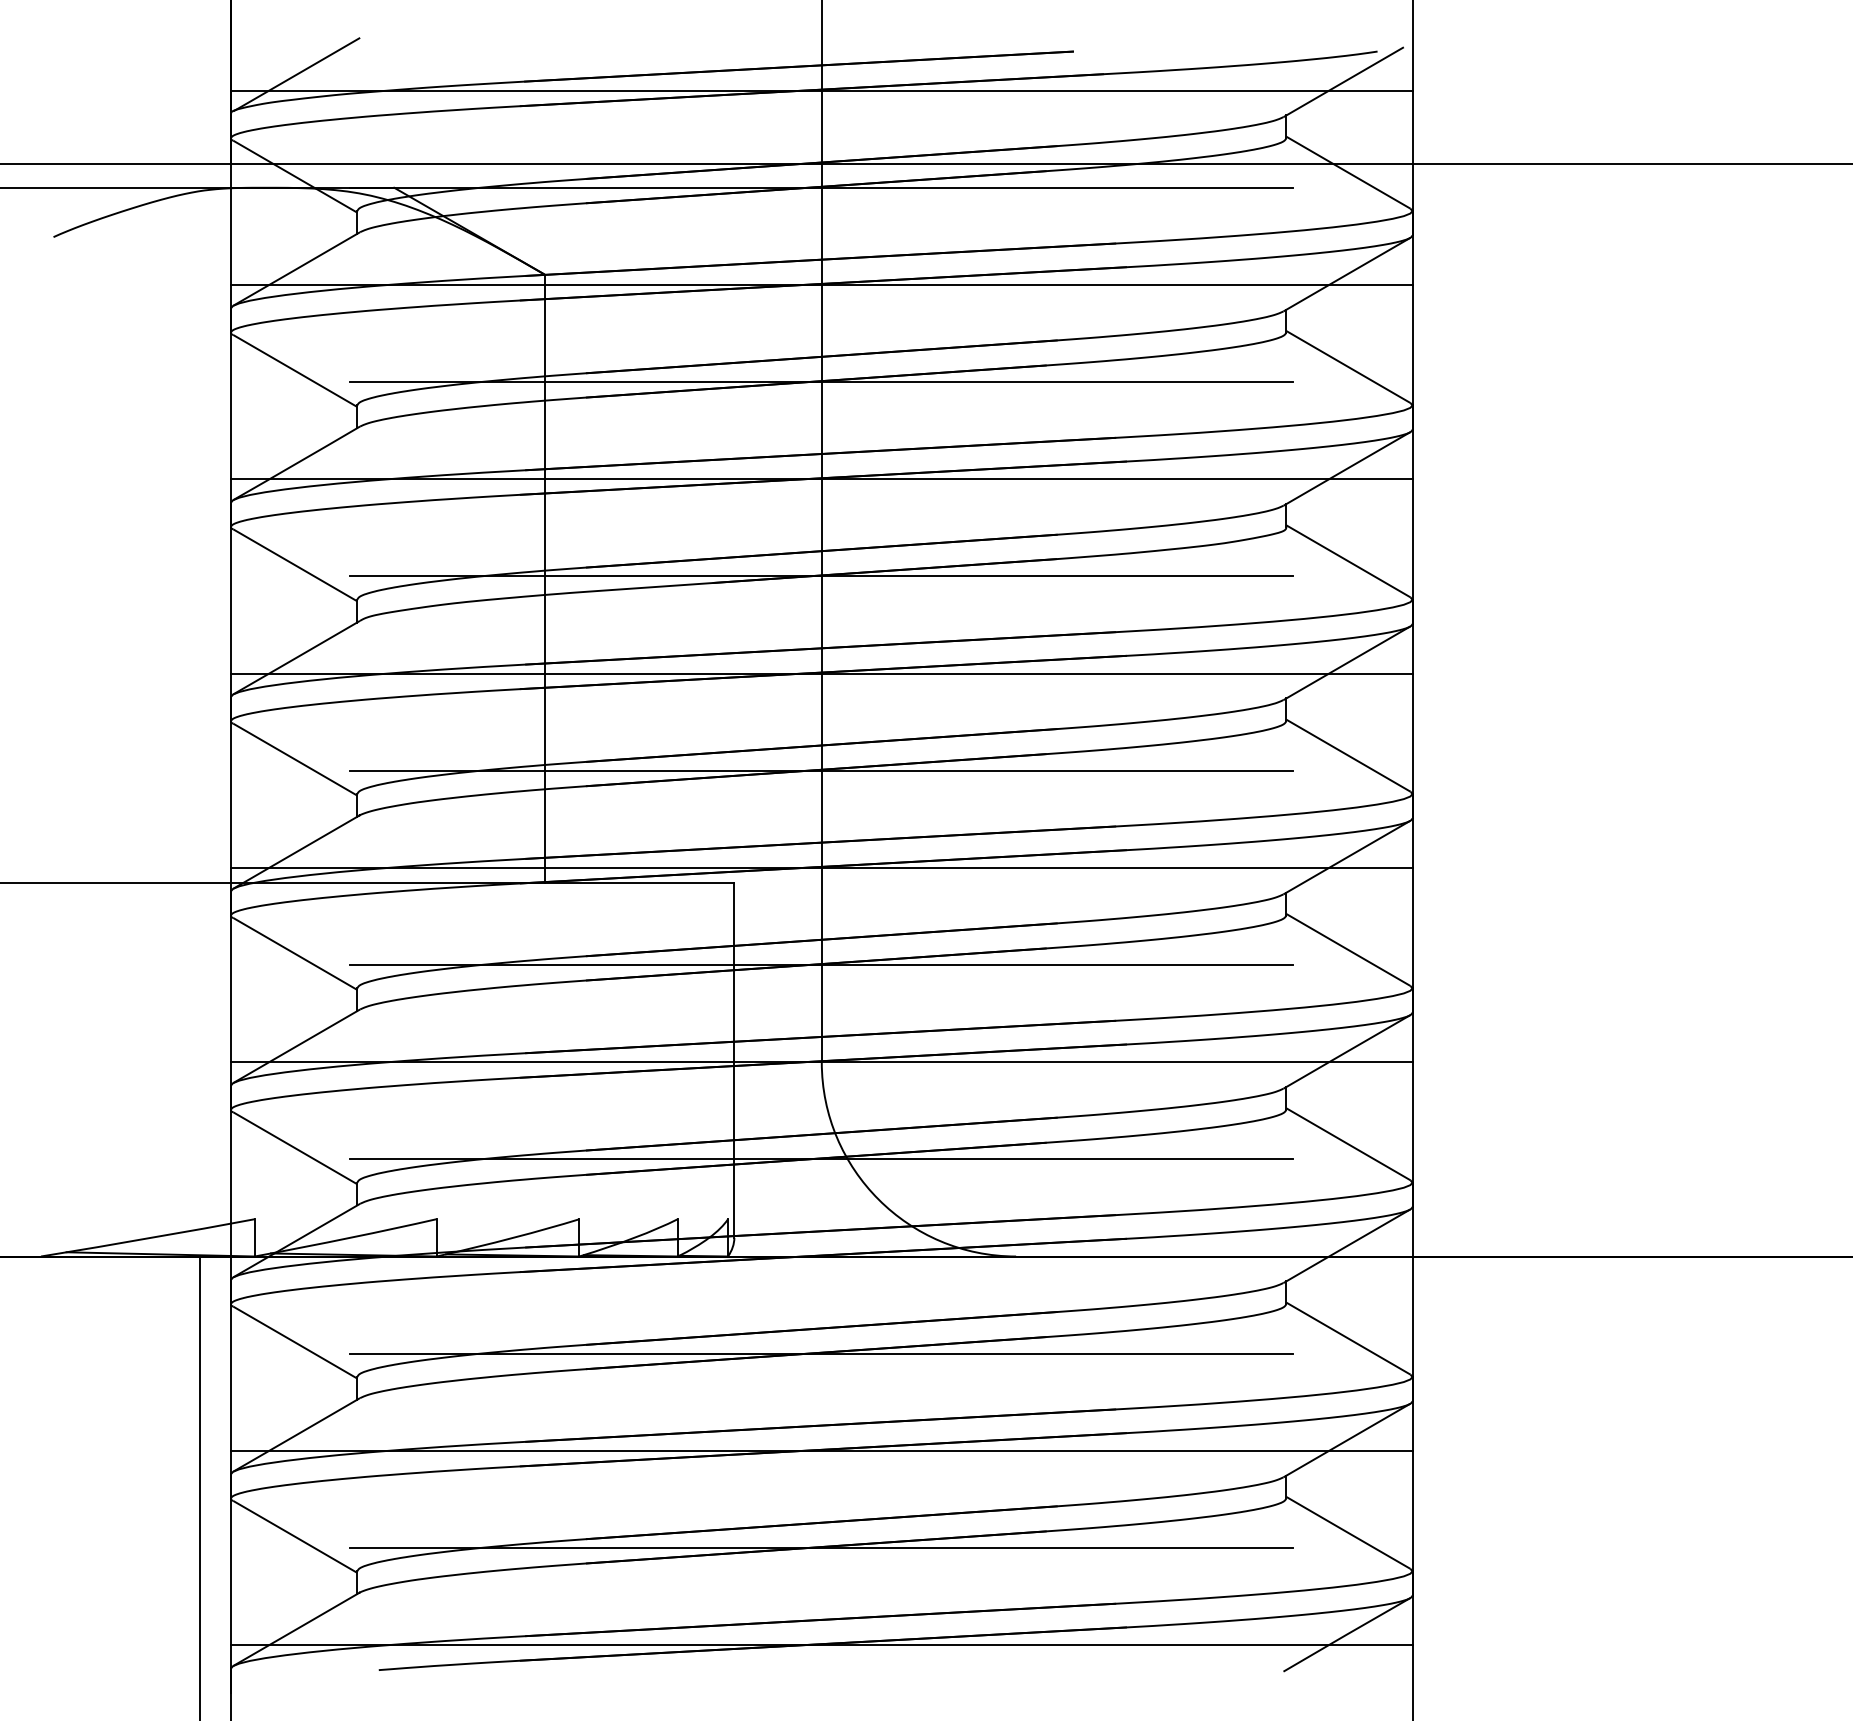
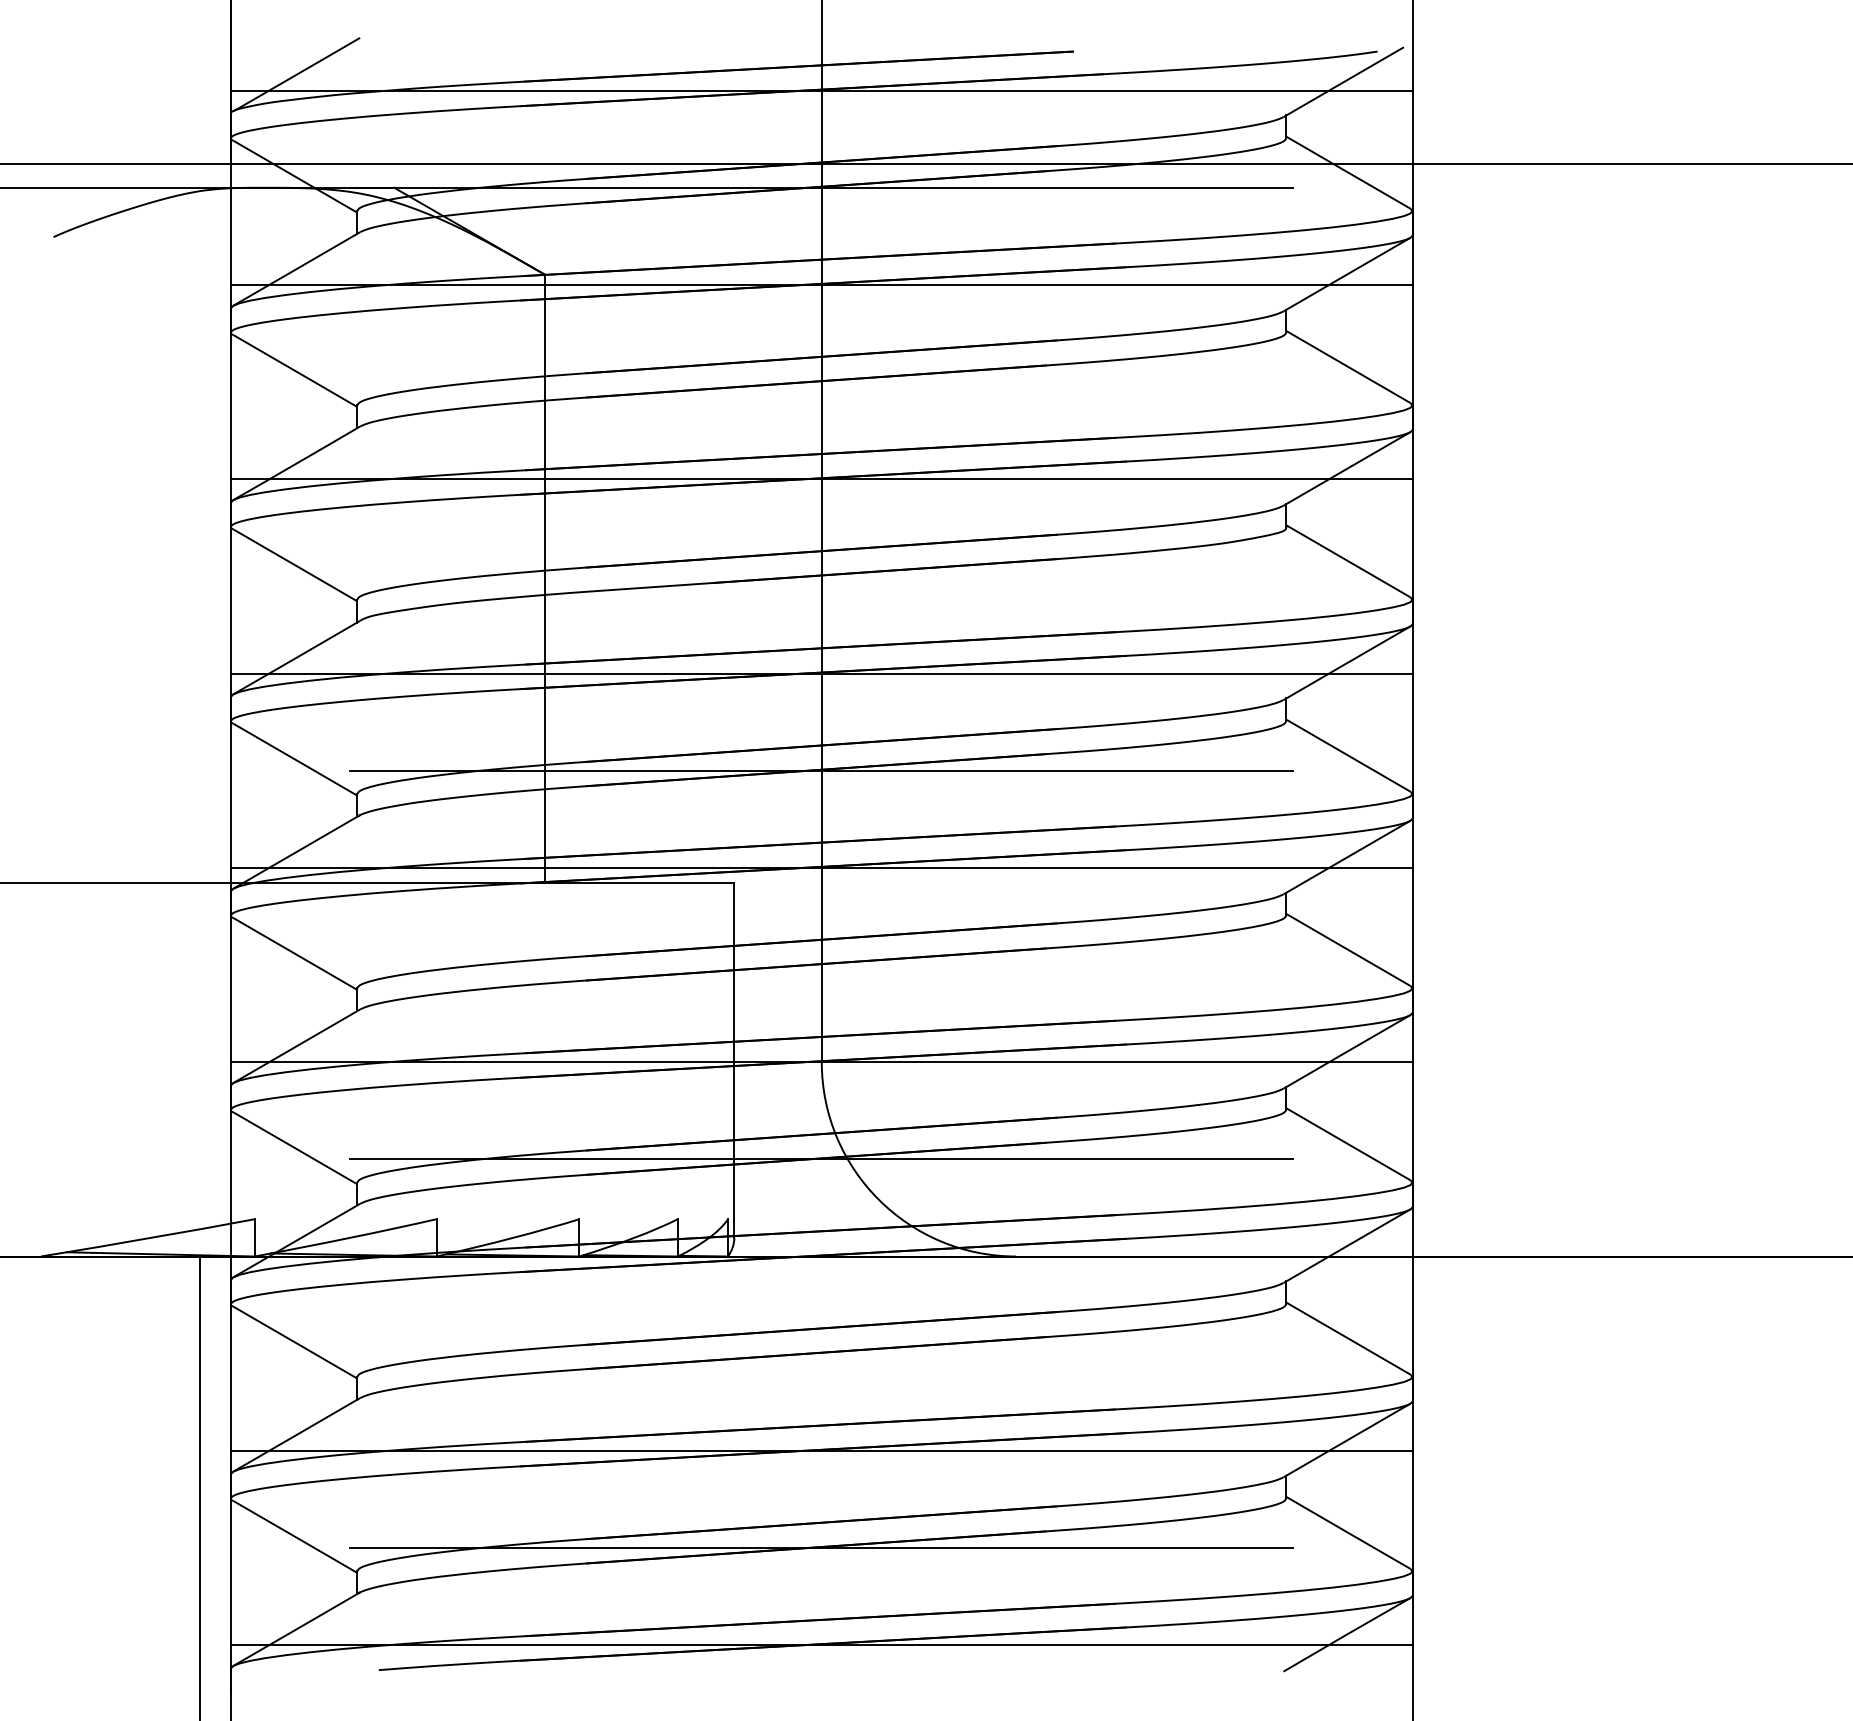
line at (821, 382): present -> none
line at (821, 576): present -> none
line at (821, 965): present -> none
line at (821, 1353): present -> none
